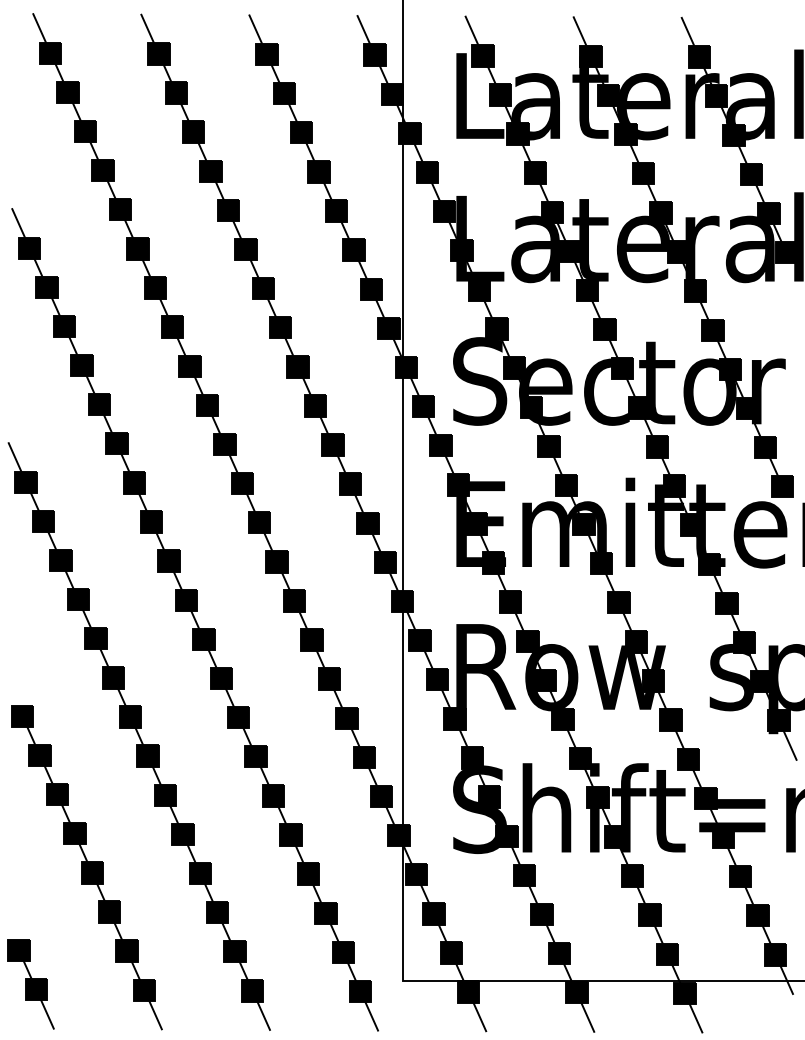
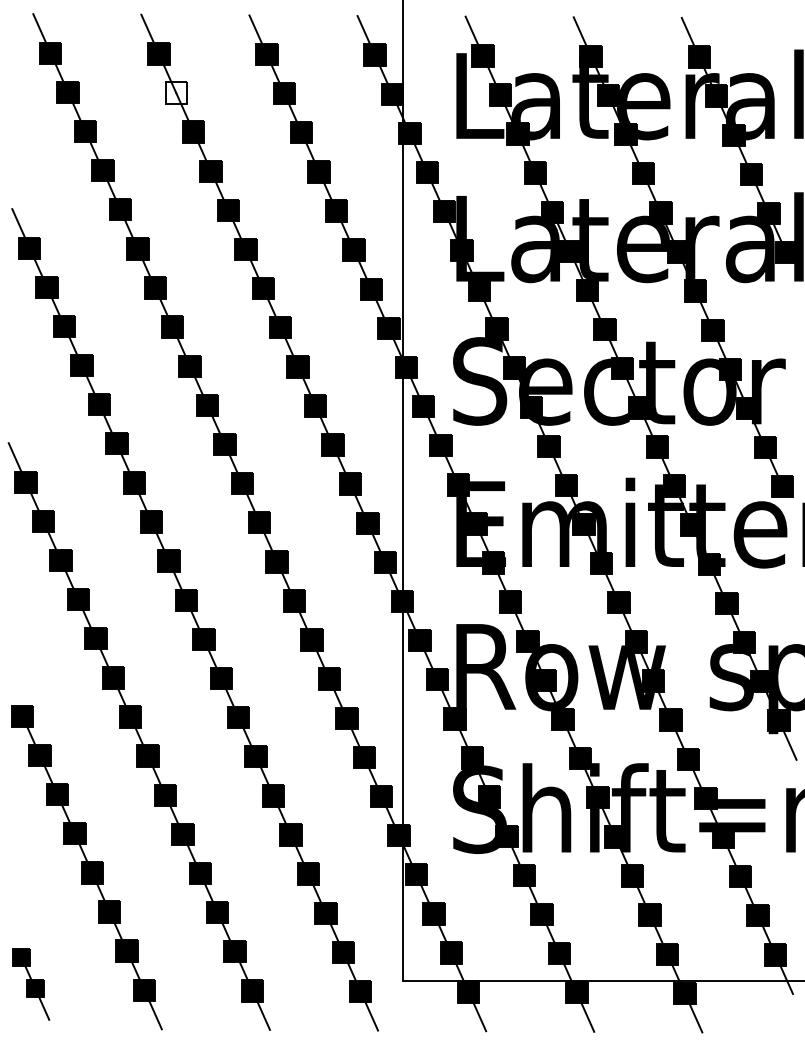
fill at (175, 92): present -> none
part at (30, 984) size: 48x91 px -> 39x73 px
